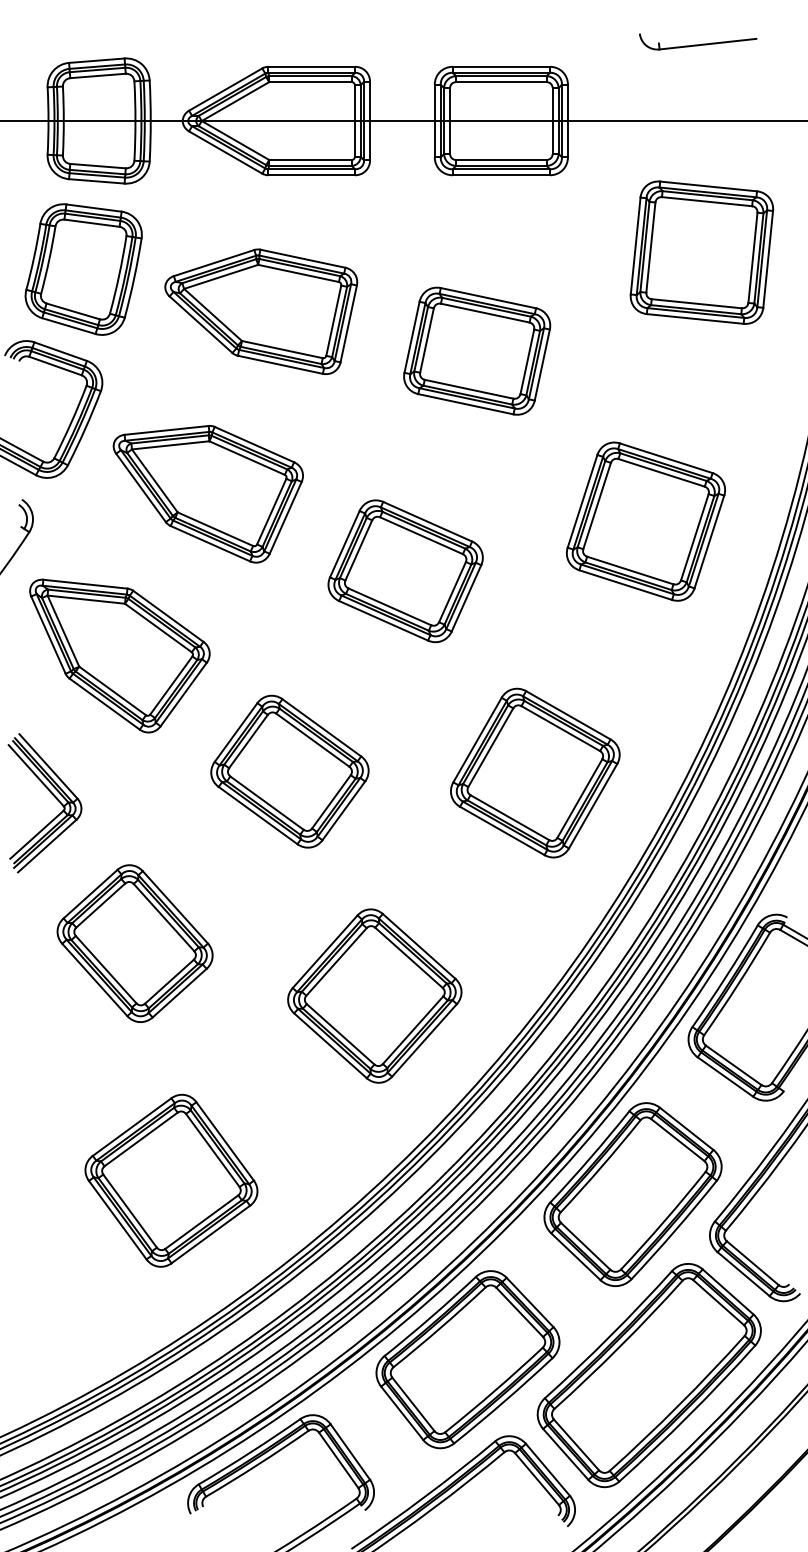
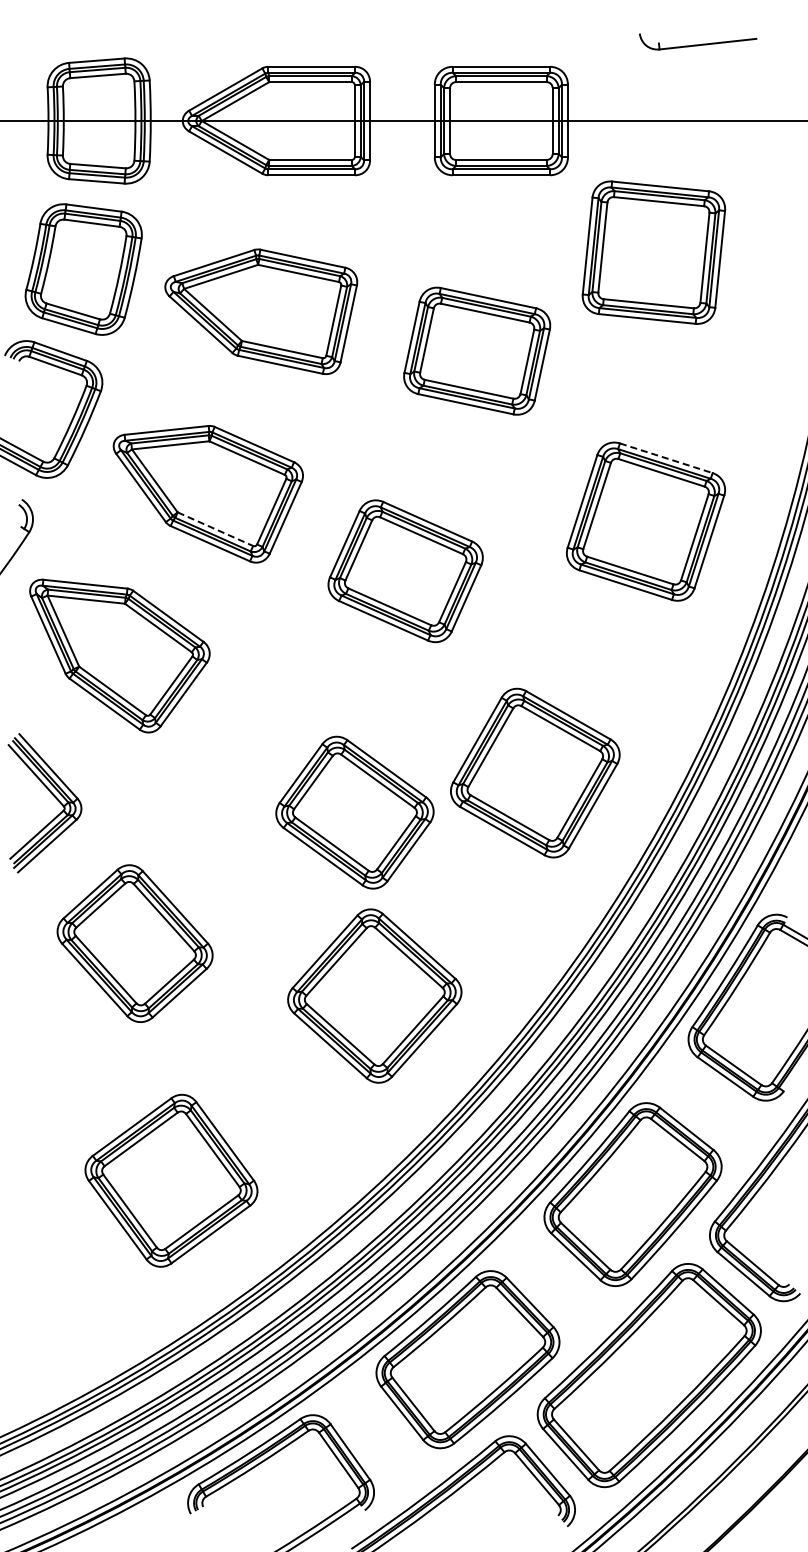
part at (701, 252) position: (701, 252) -> (653, 252)
line at (666, 458): solid -> dashed
line at (215, 529): solid -> dashed
part at (289, 771) position: (289, 771) -> (354, 812)
